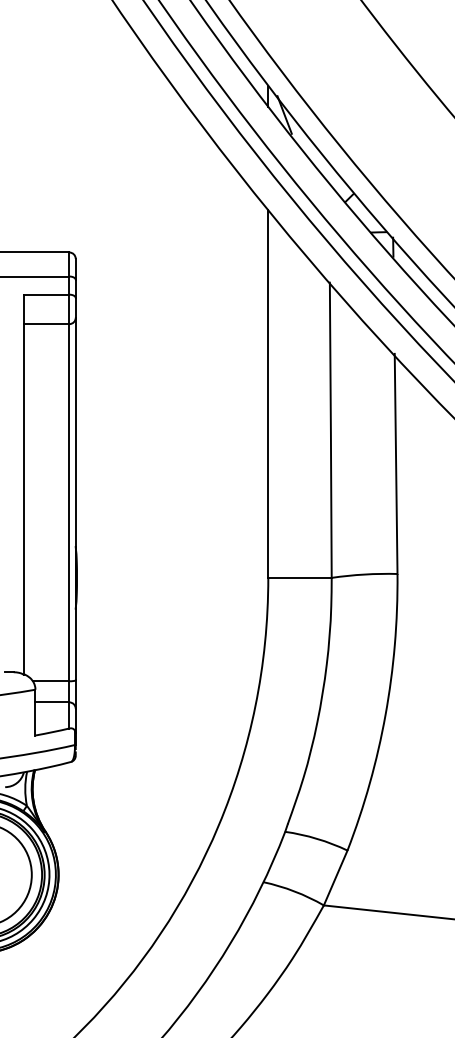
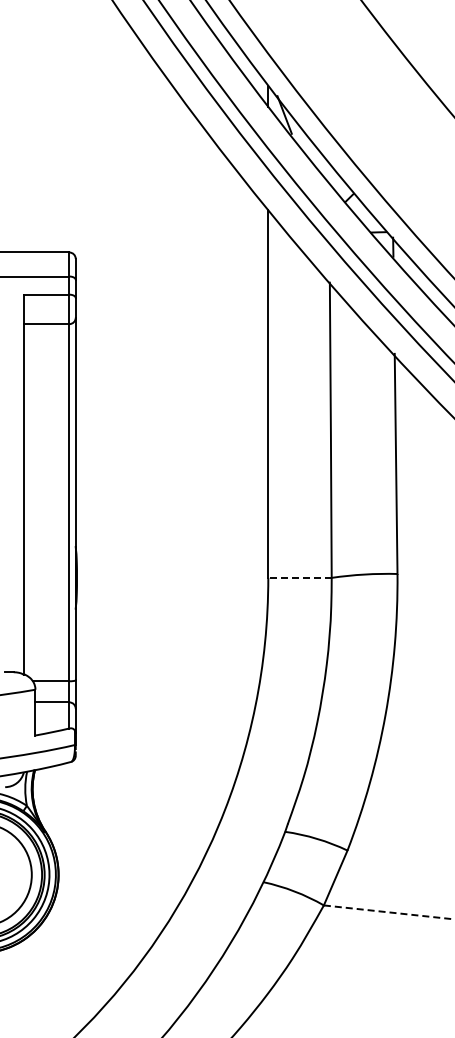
line at (300, 577): solid -> dashed
line at (389, 912): solid -> dashed
